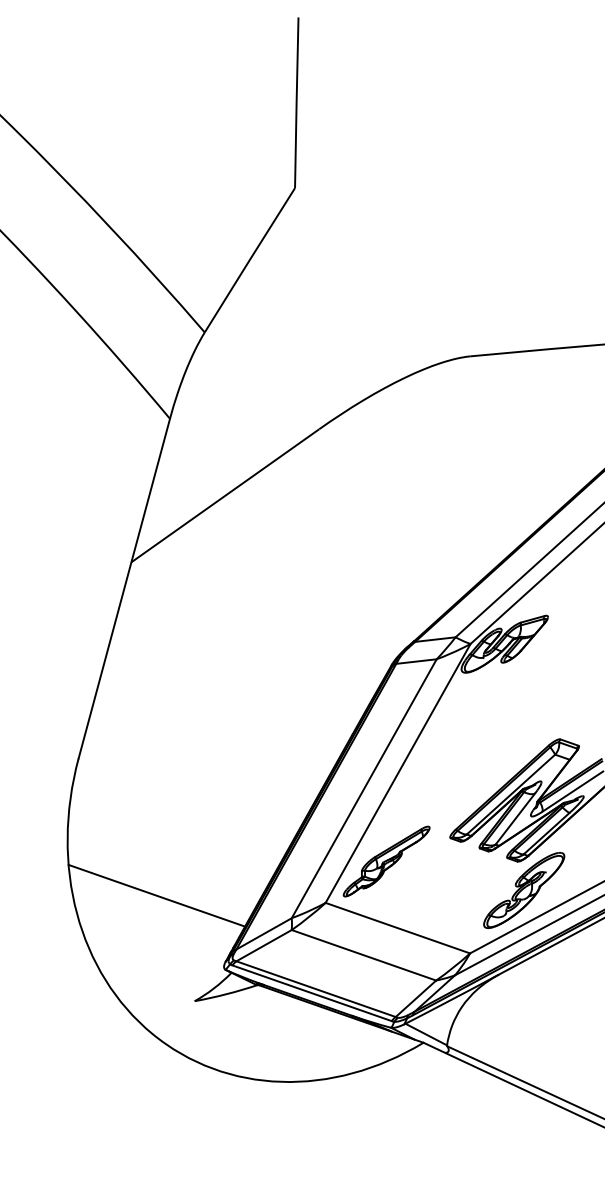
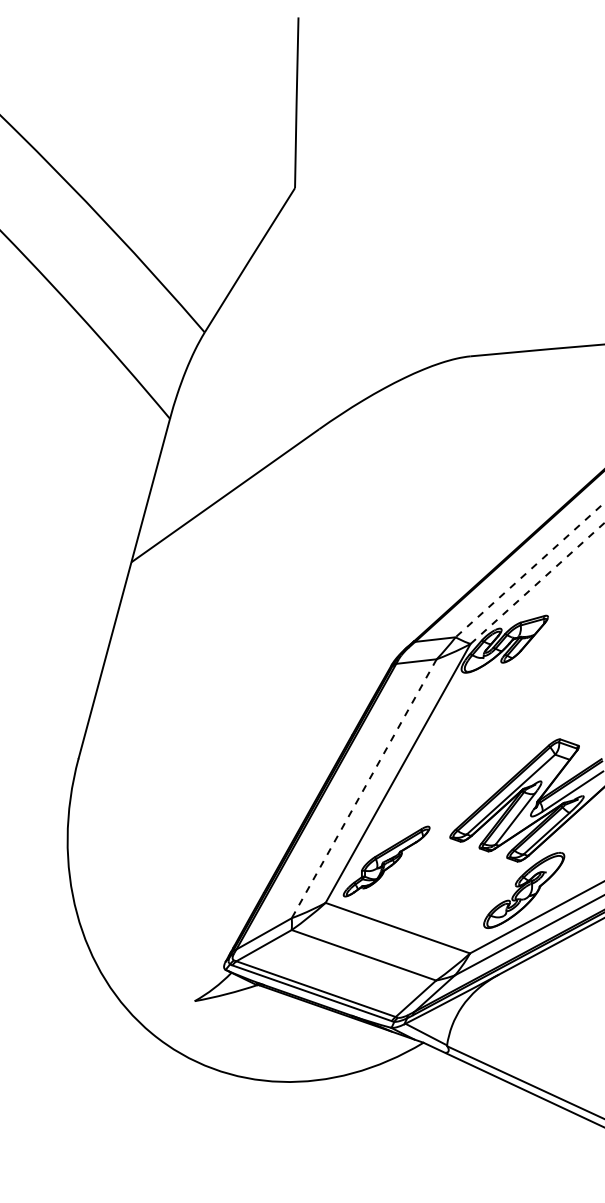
line at (529, 570): solid -> dashed
line at (538, 582): solid -> dashed
line at (363, 789): solid -> dashed
line at (156, 895): present -> none
